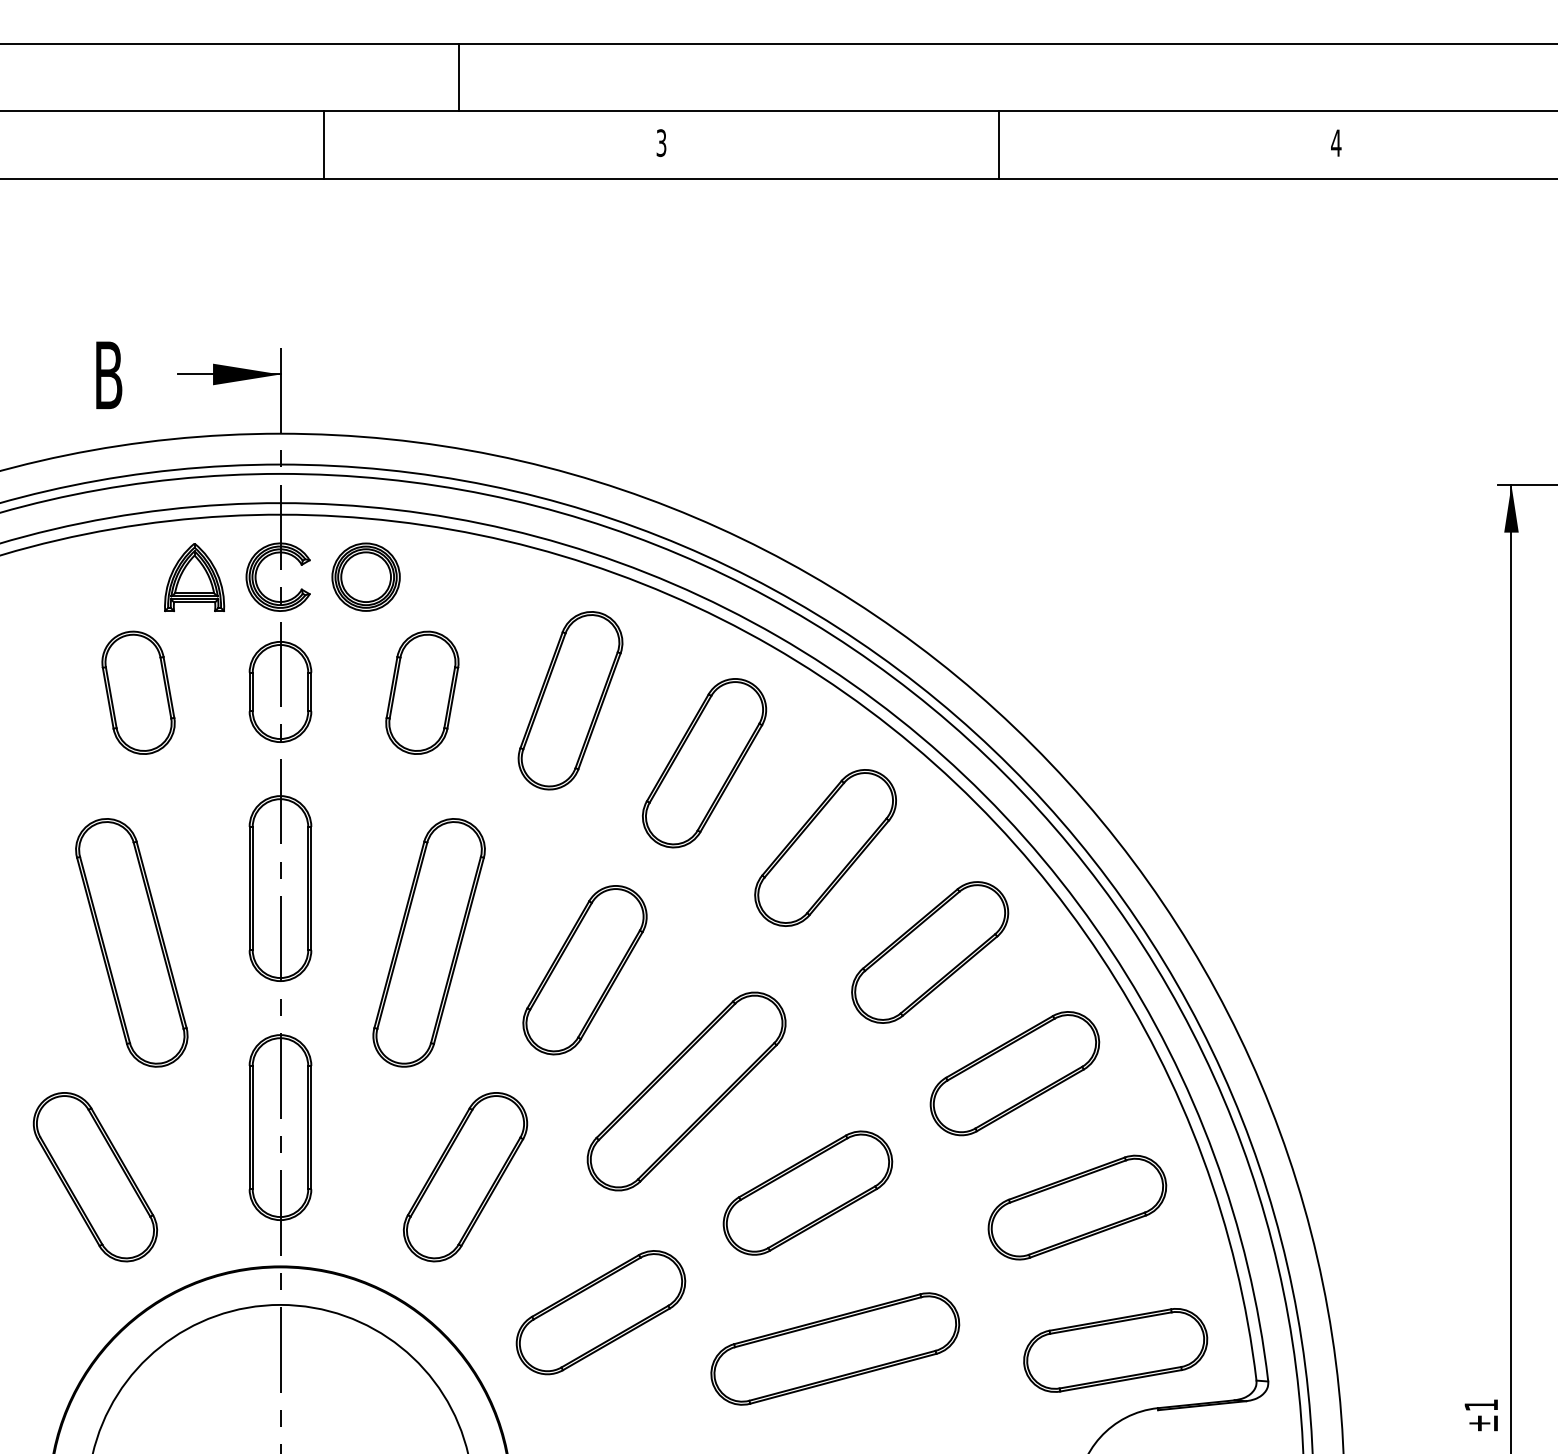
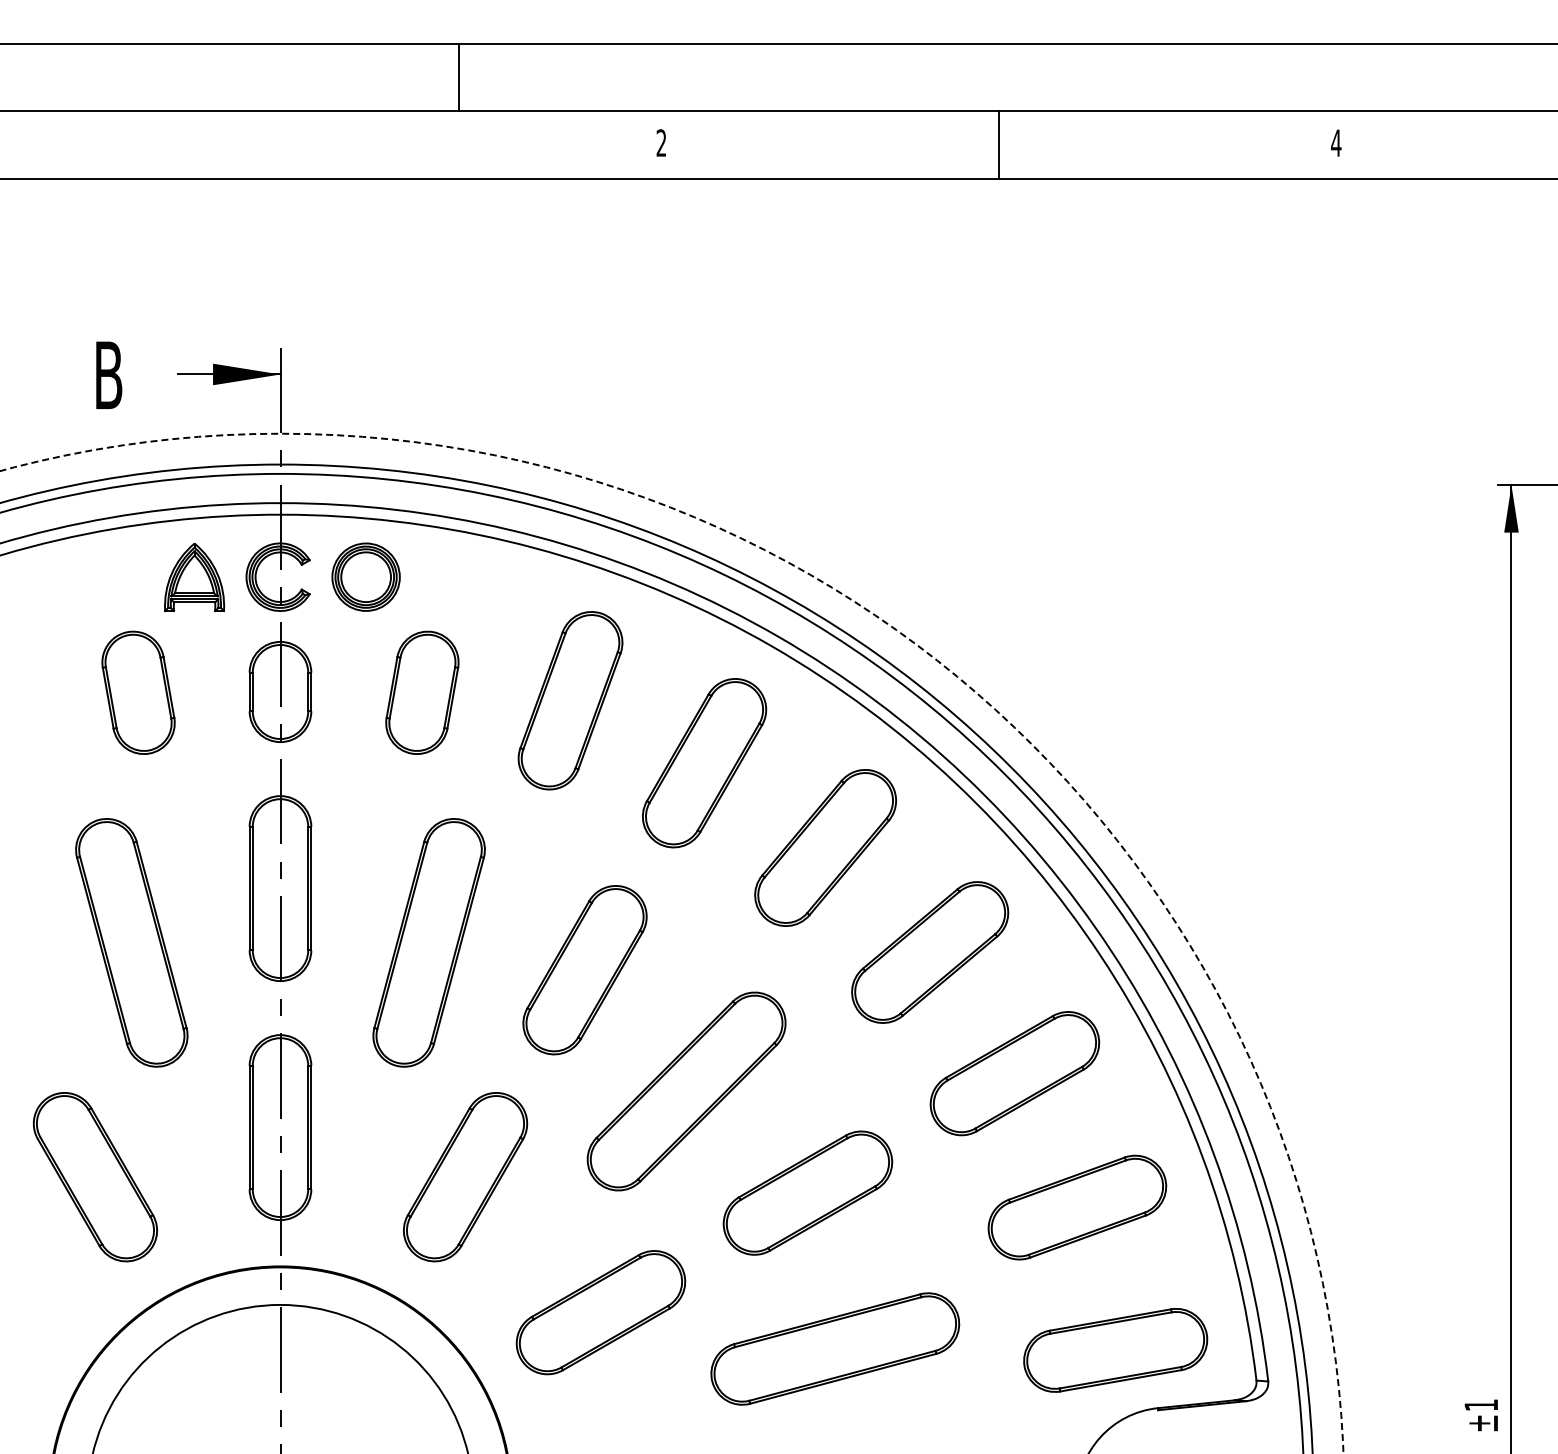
text at (661, 143): 3 -> 2
line at (324, 144): present -> none
circle at (671, 943): solid -> dashed
